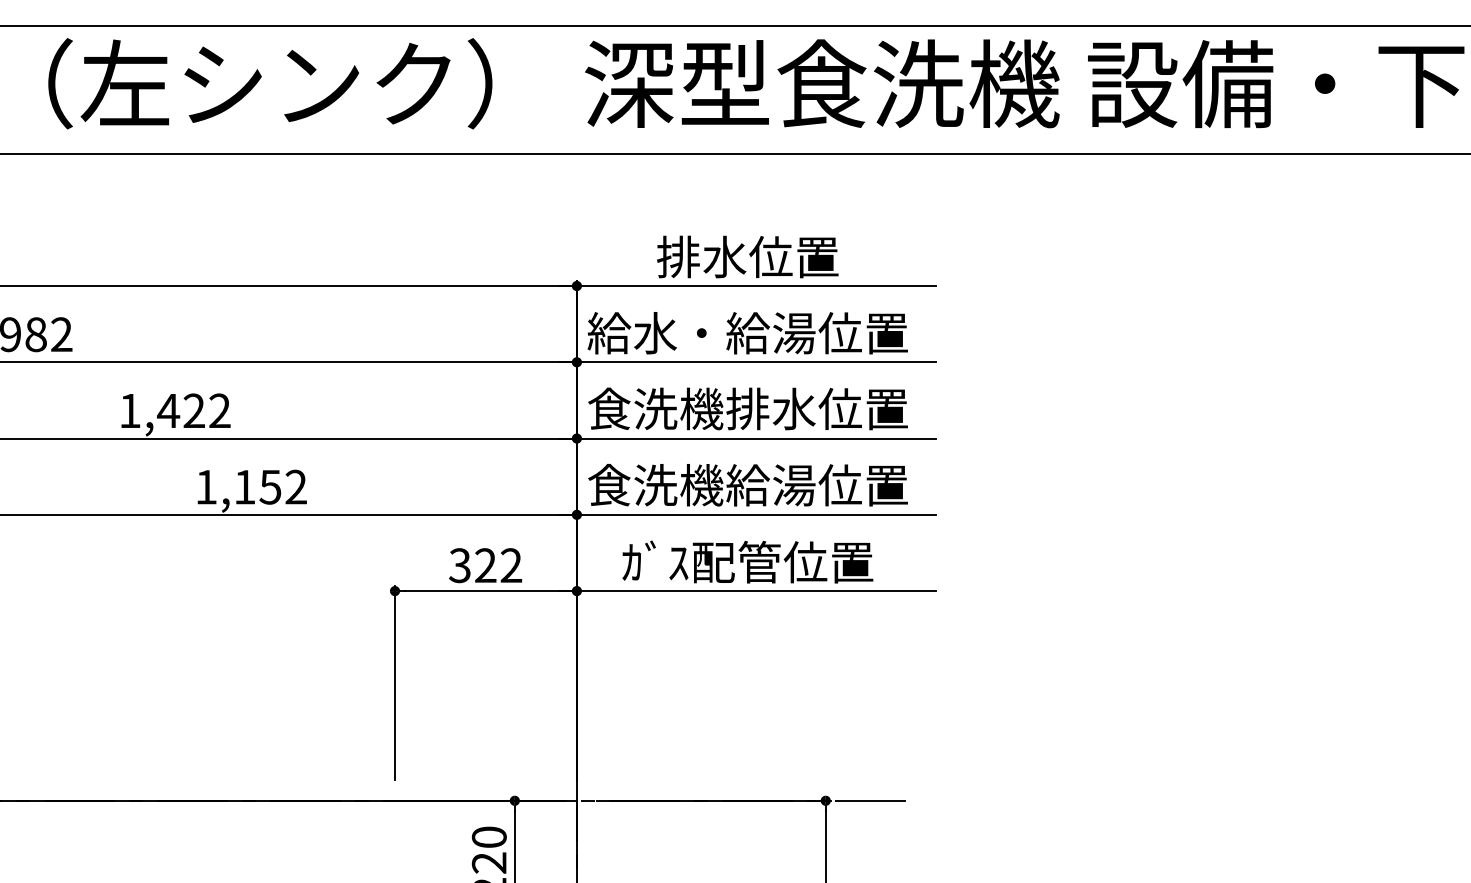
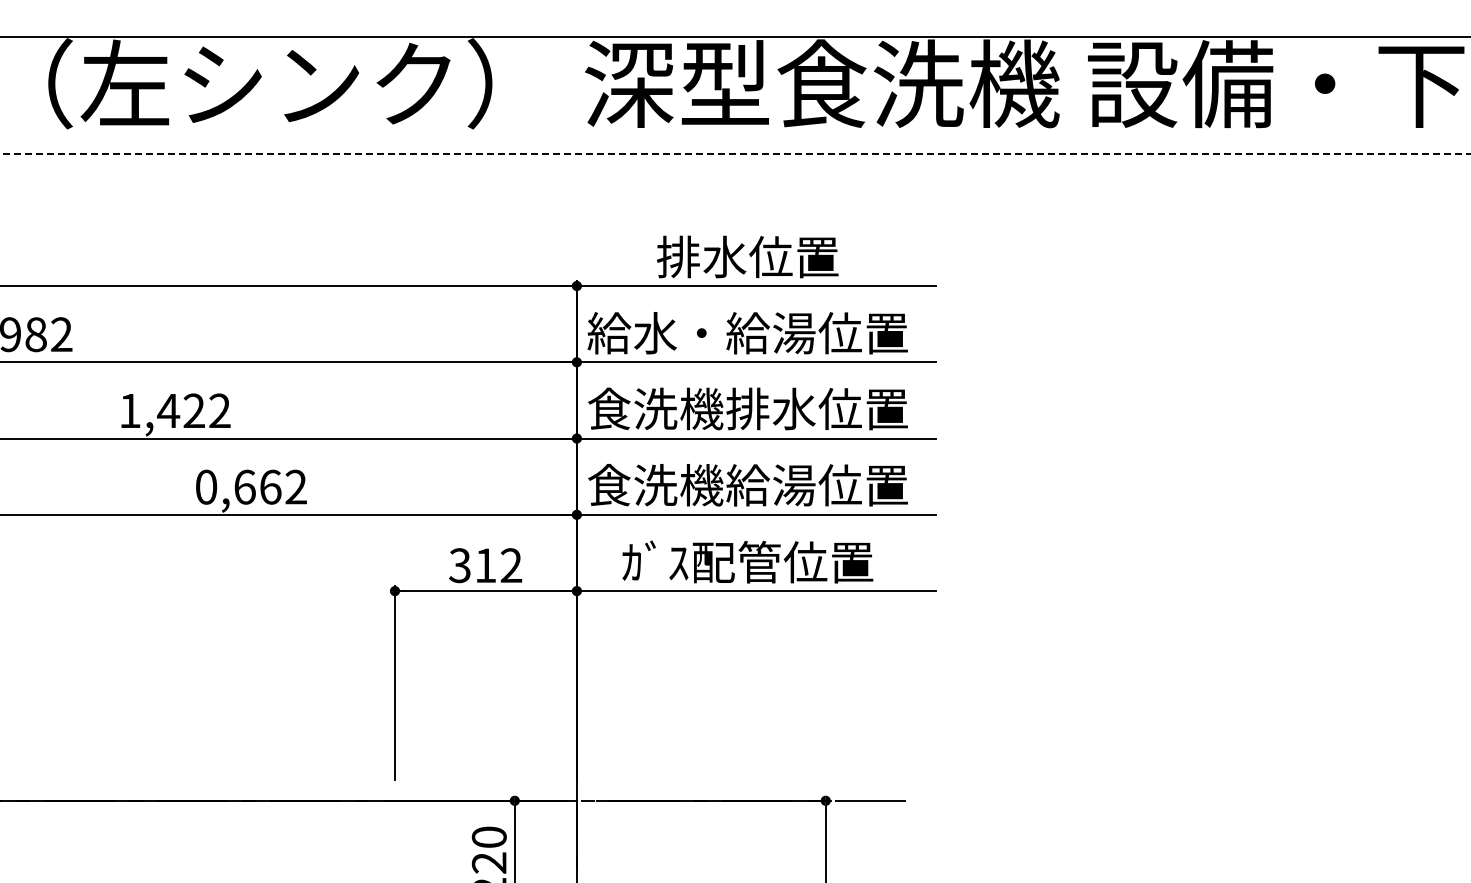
line at (734, 26) position: (734, 26) -> (734, 37)
line at (736, 154): solid -> dashed
text at (238, 486): 1,152 -> 0,662
text at (485, 565): 322 -> 312
